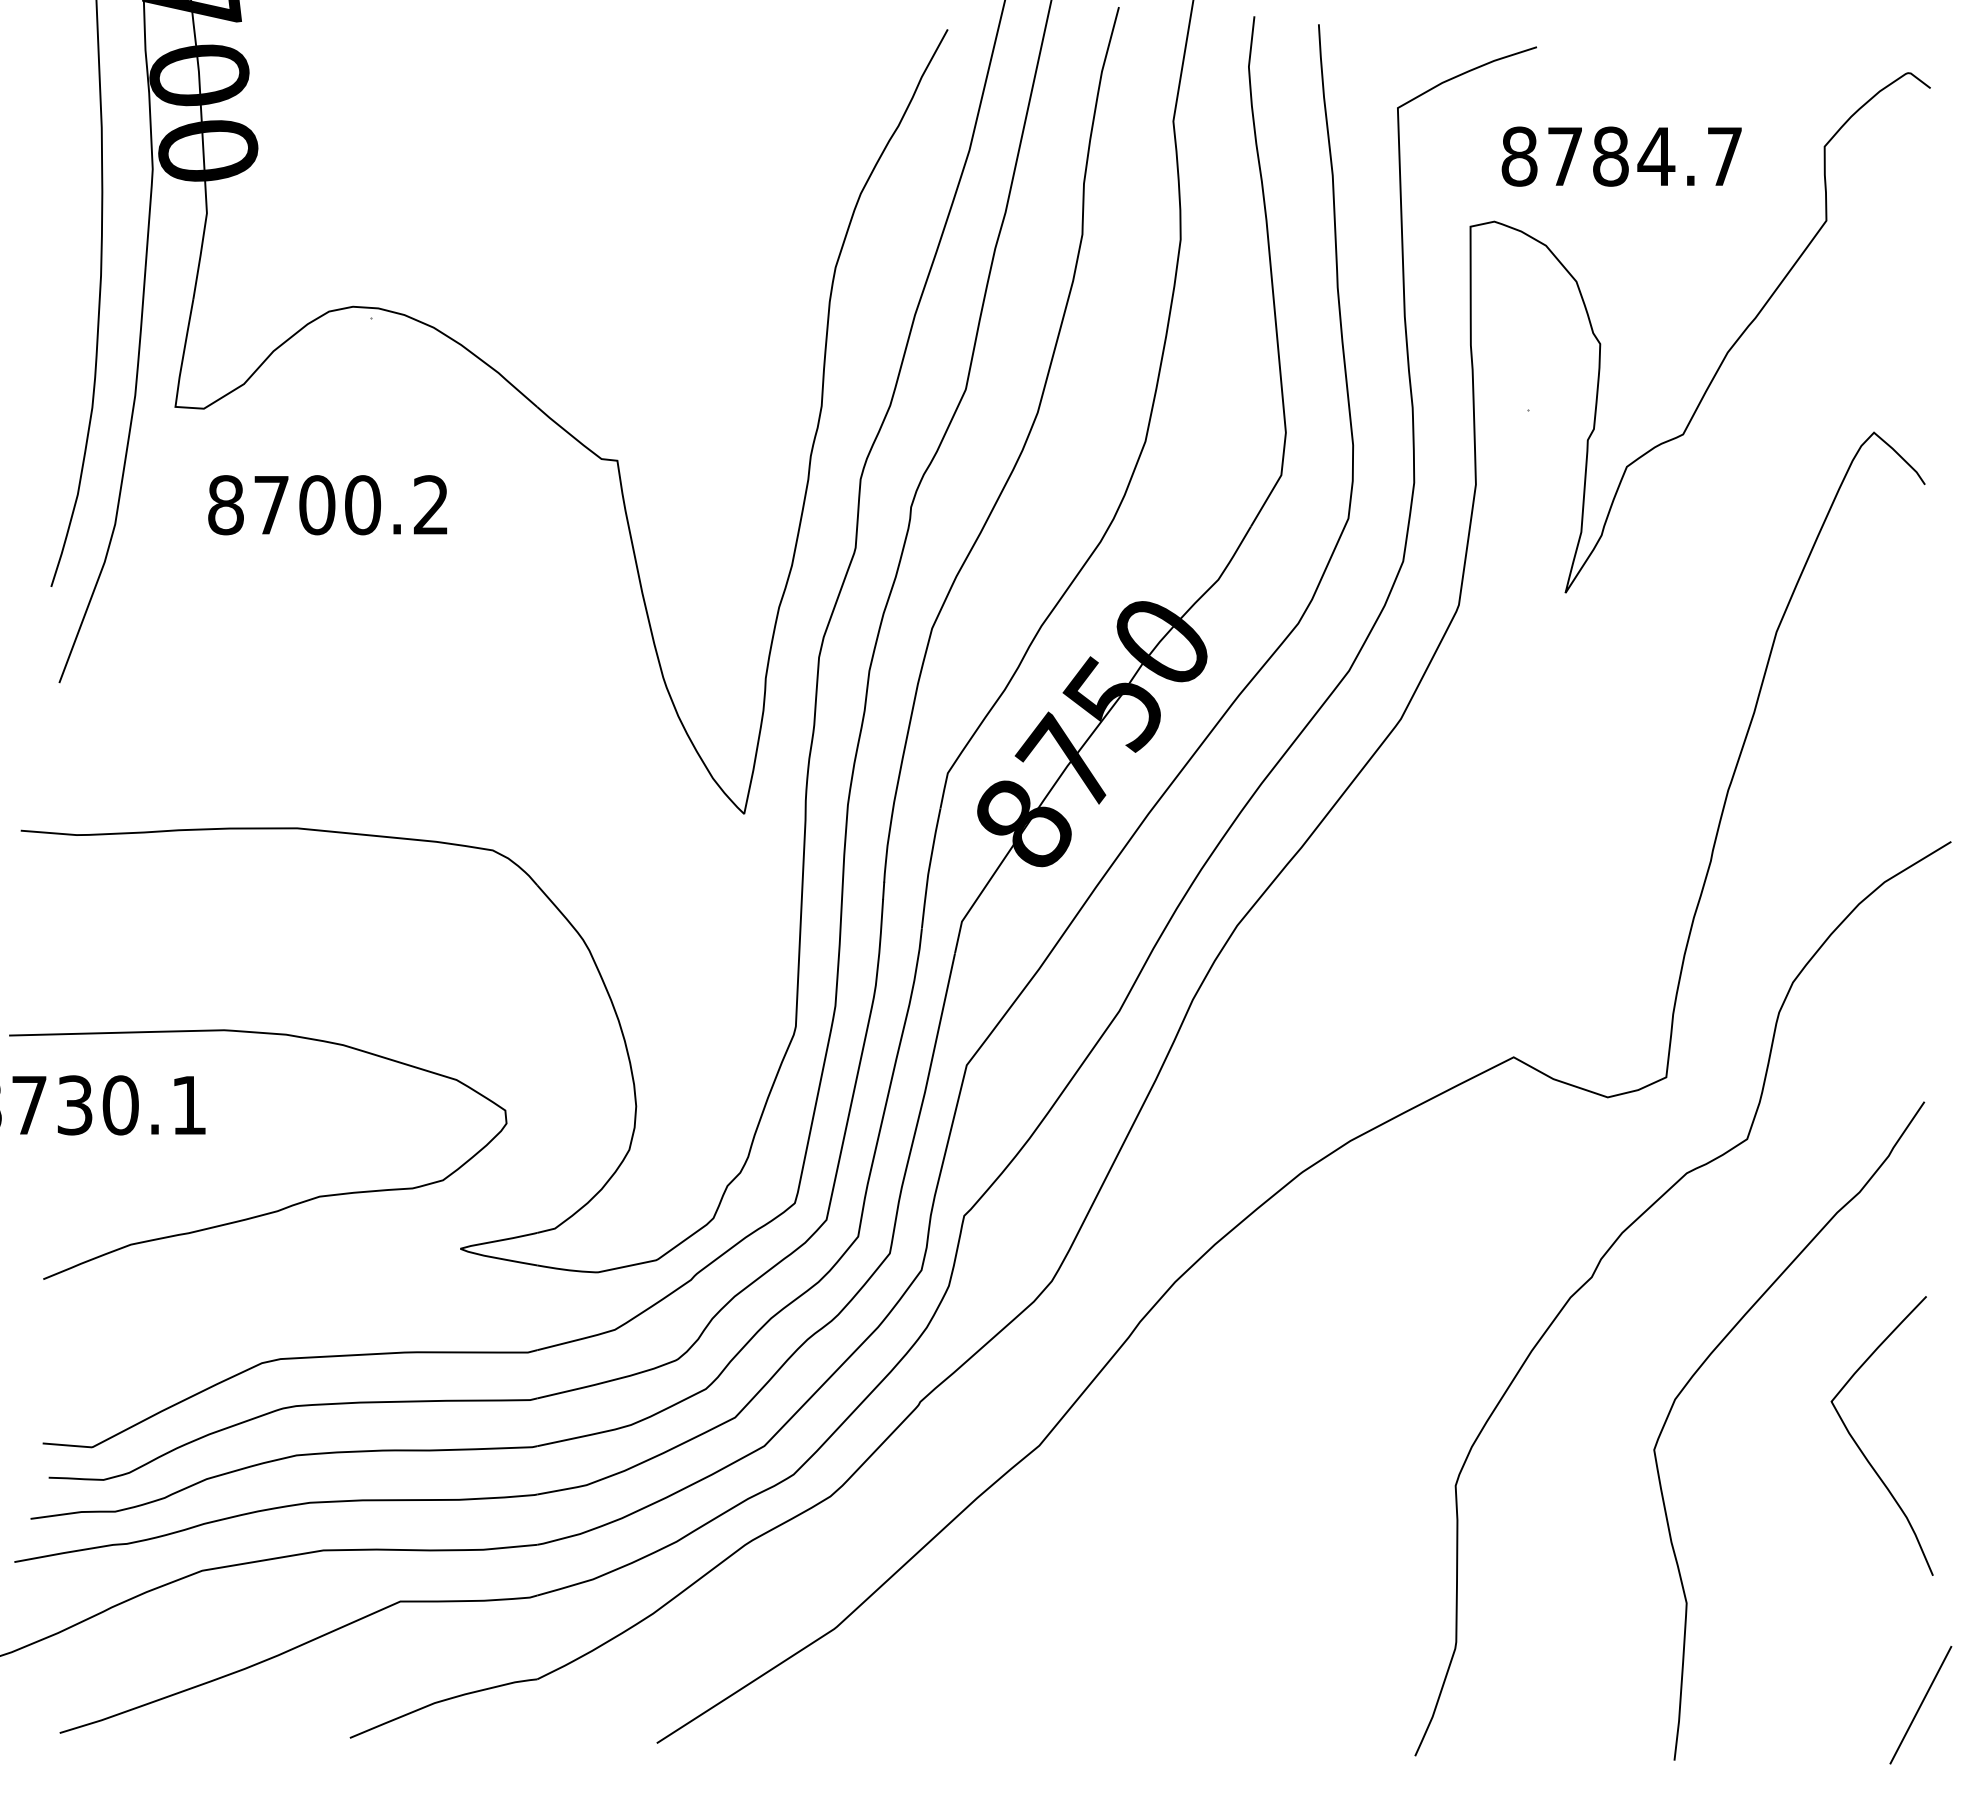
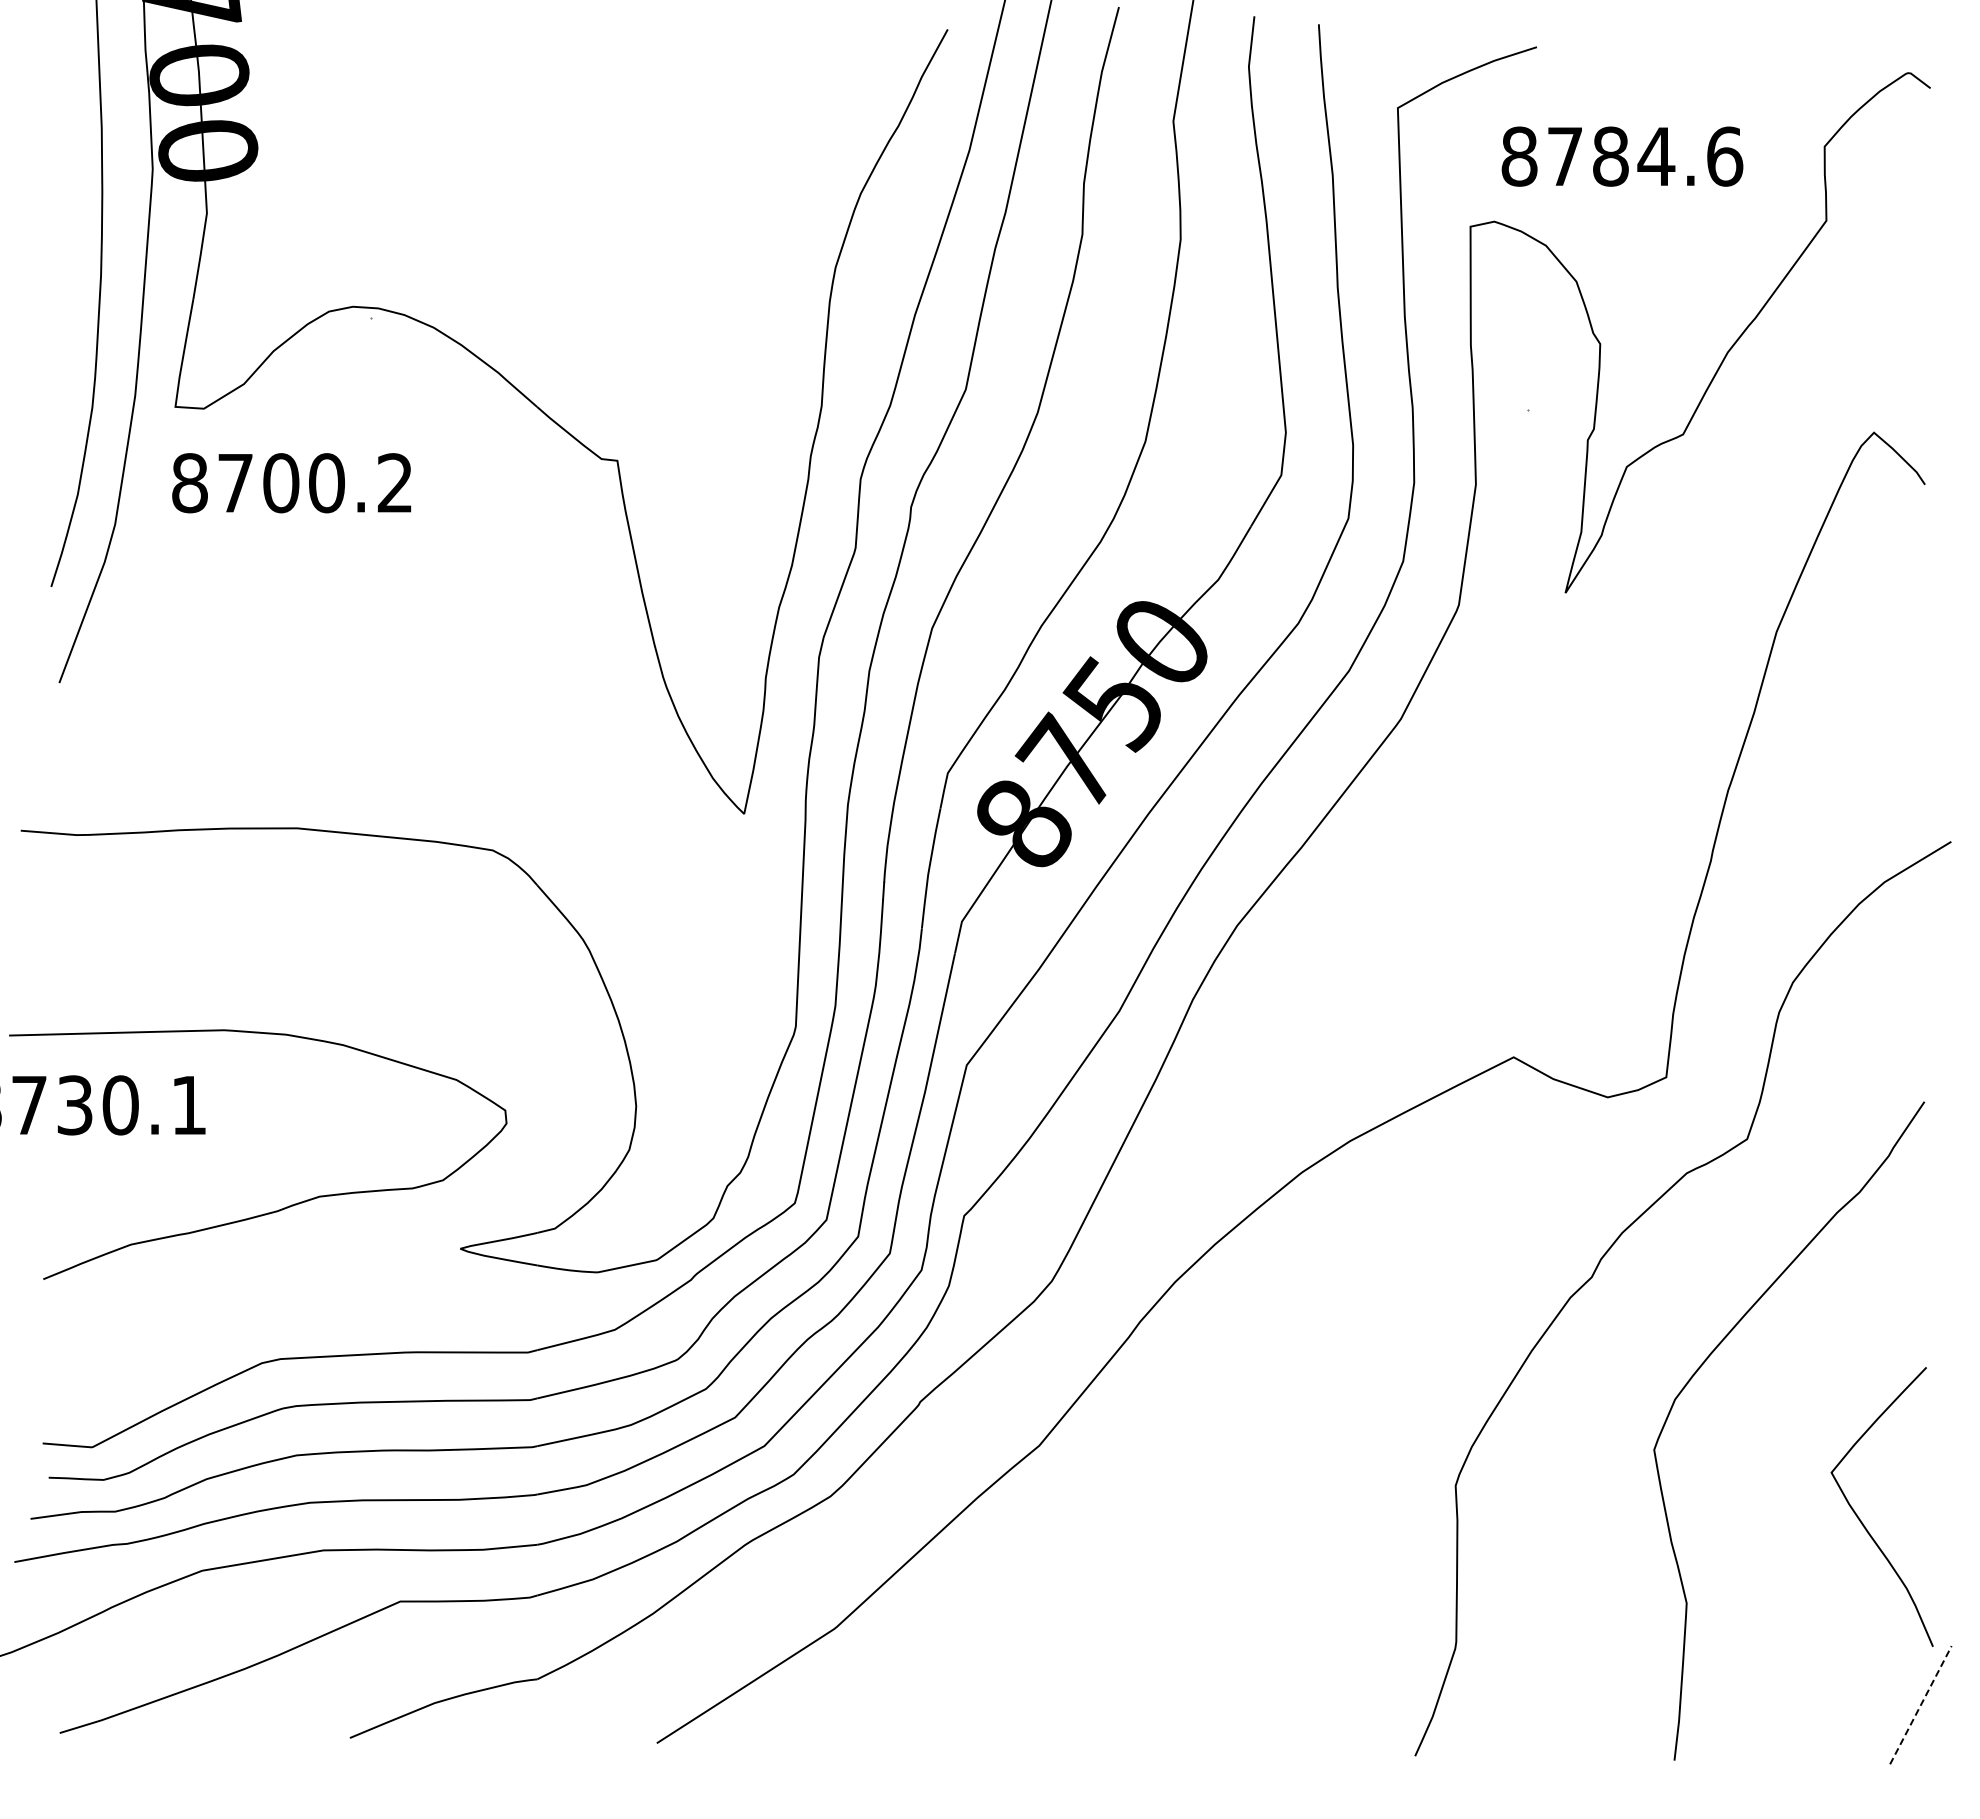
text at (1725, 156): 8784.7 -> 8784.6
text at (327, 505) position: (327, 505) -> (291, 483)
curve at (1861, 1449) position: (1861, 1449) -> (1861, 1520)
line at (1920, 1705): solid -> dashed
